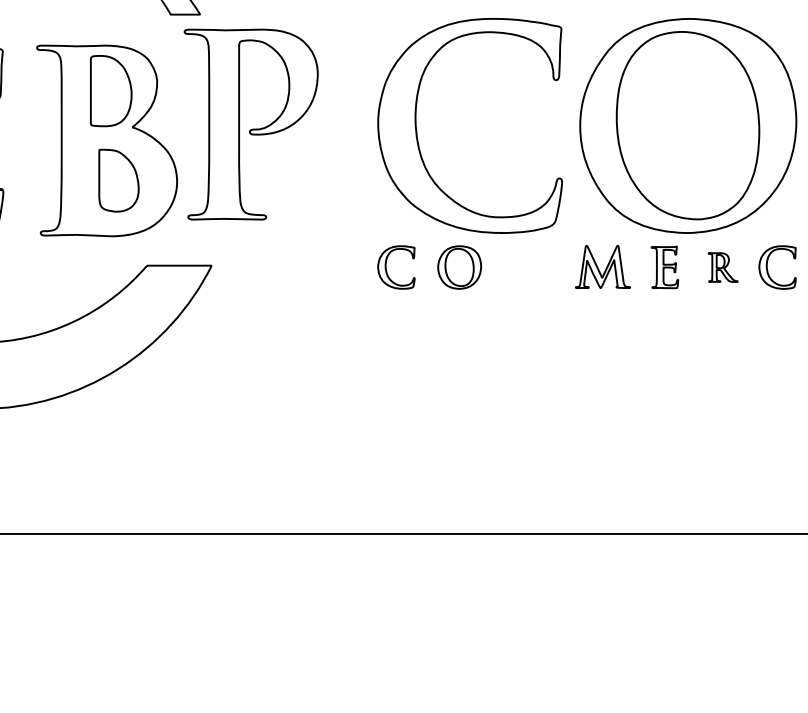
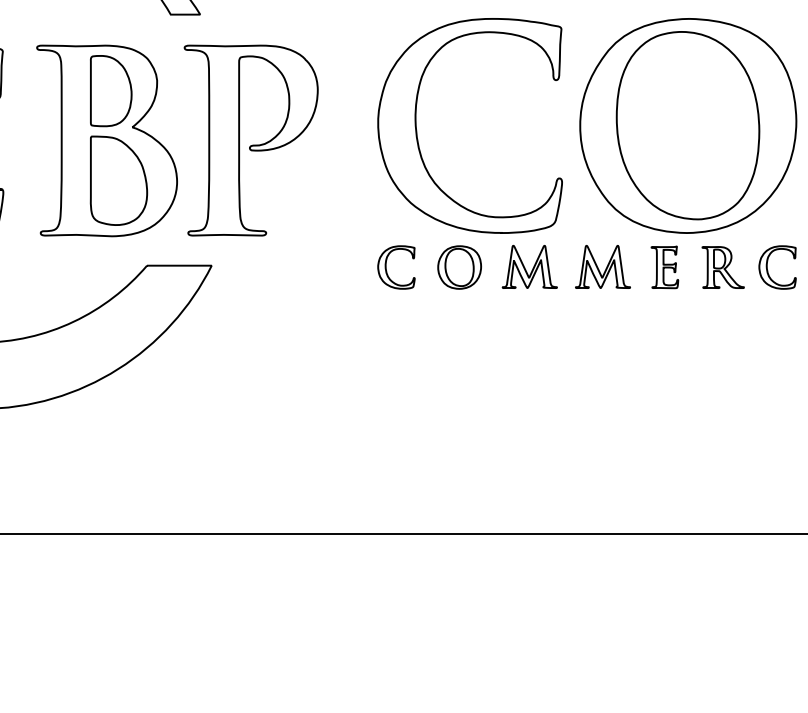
part at (250, 124) position: (250, 124) -> (250, 140)
part at (118, 180) size: 42x65 px -> 60x91 px
part at (529, 266): none -> present
part at (722, 267) size: 32x31 px -> 44x43 px
